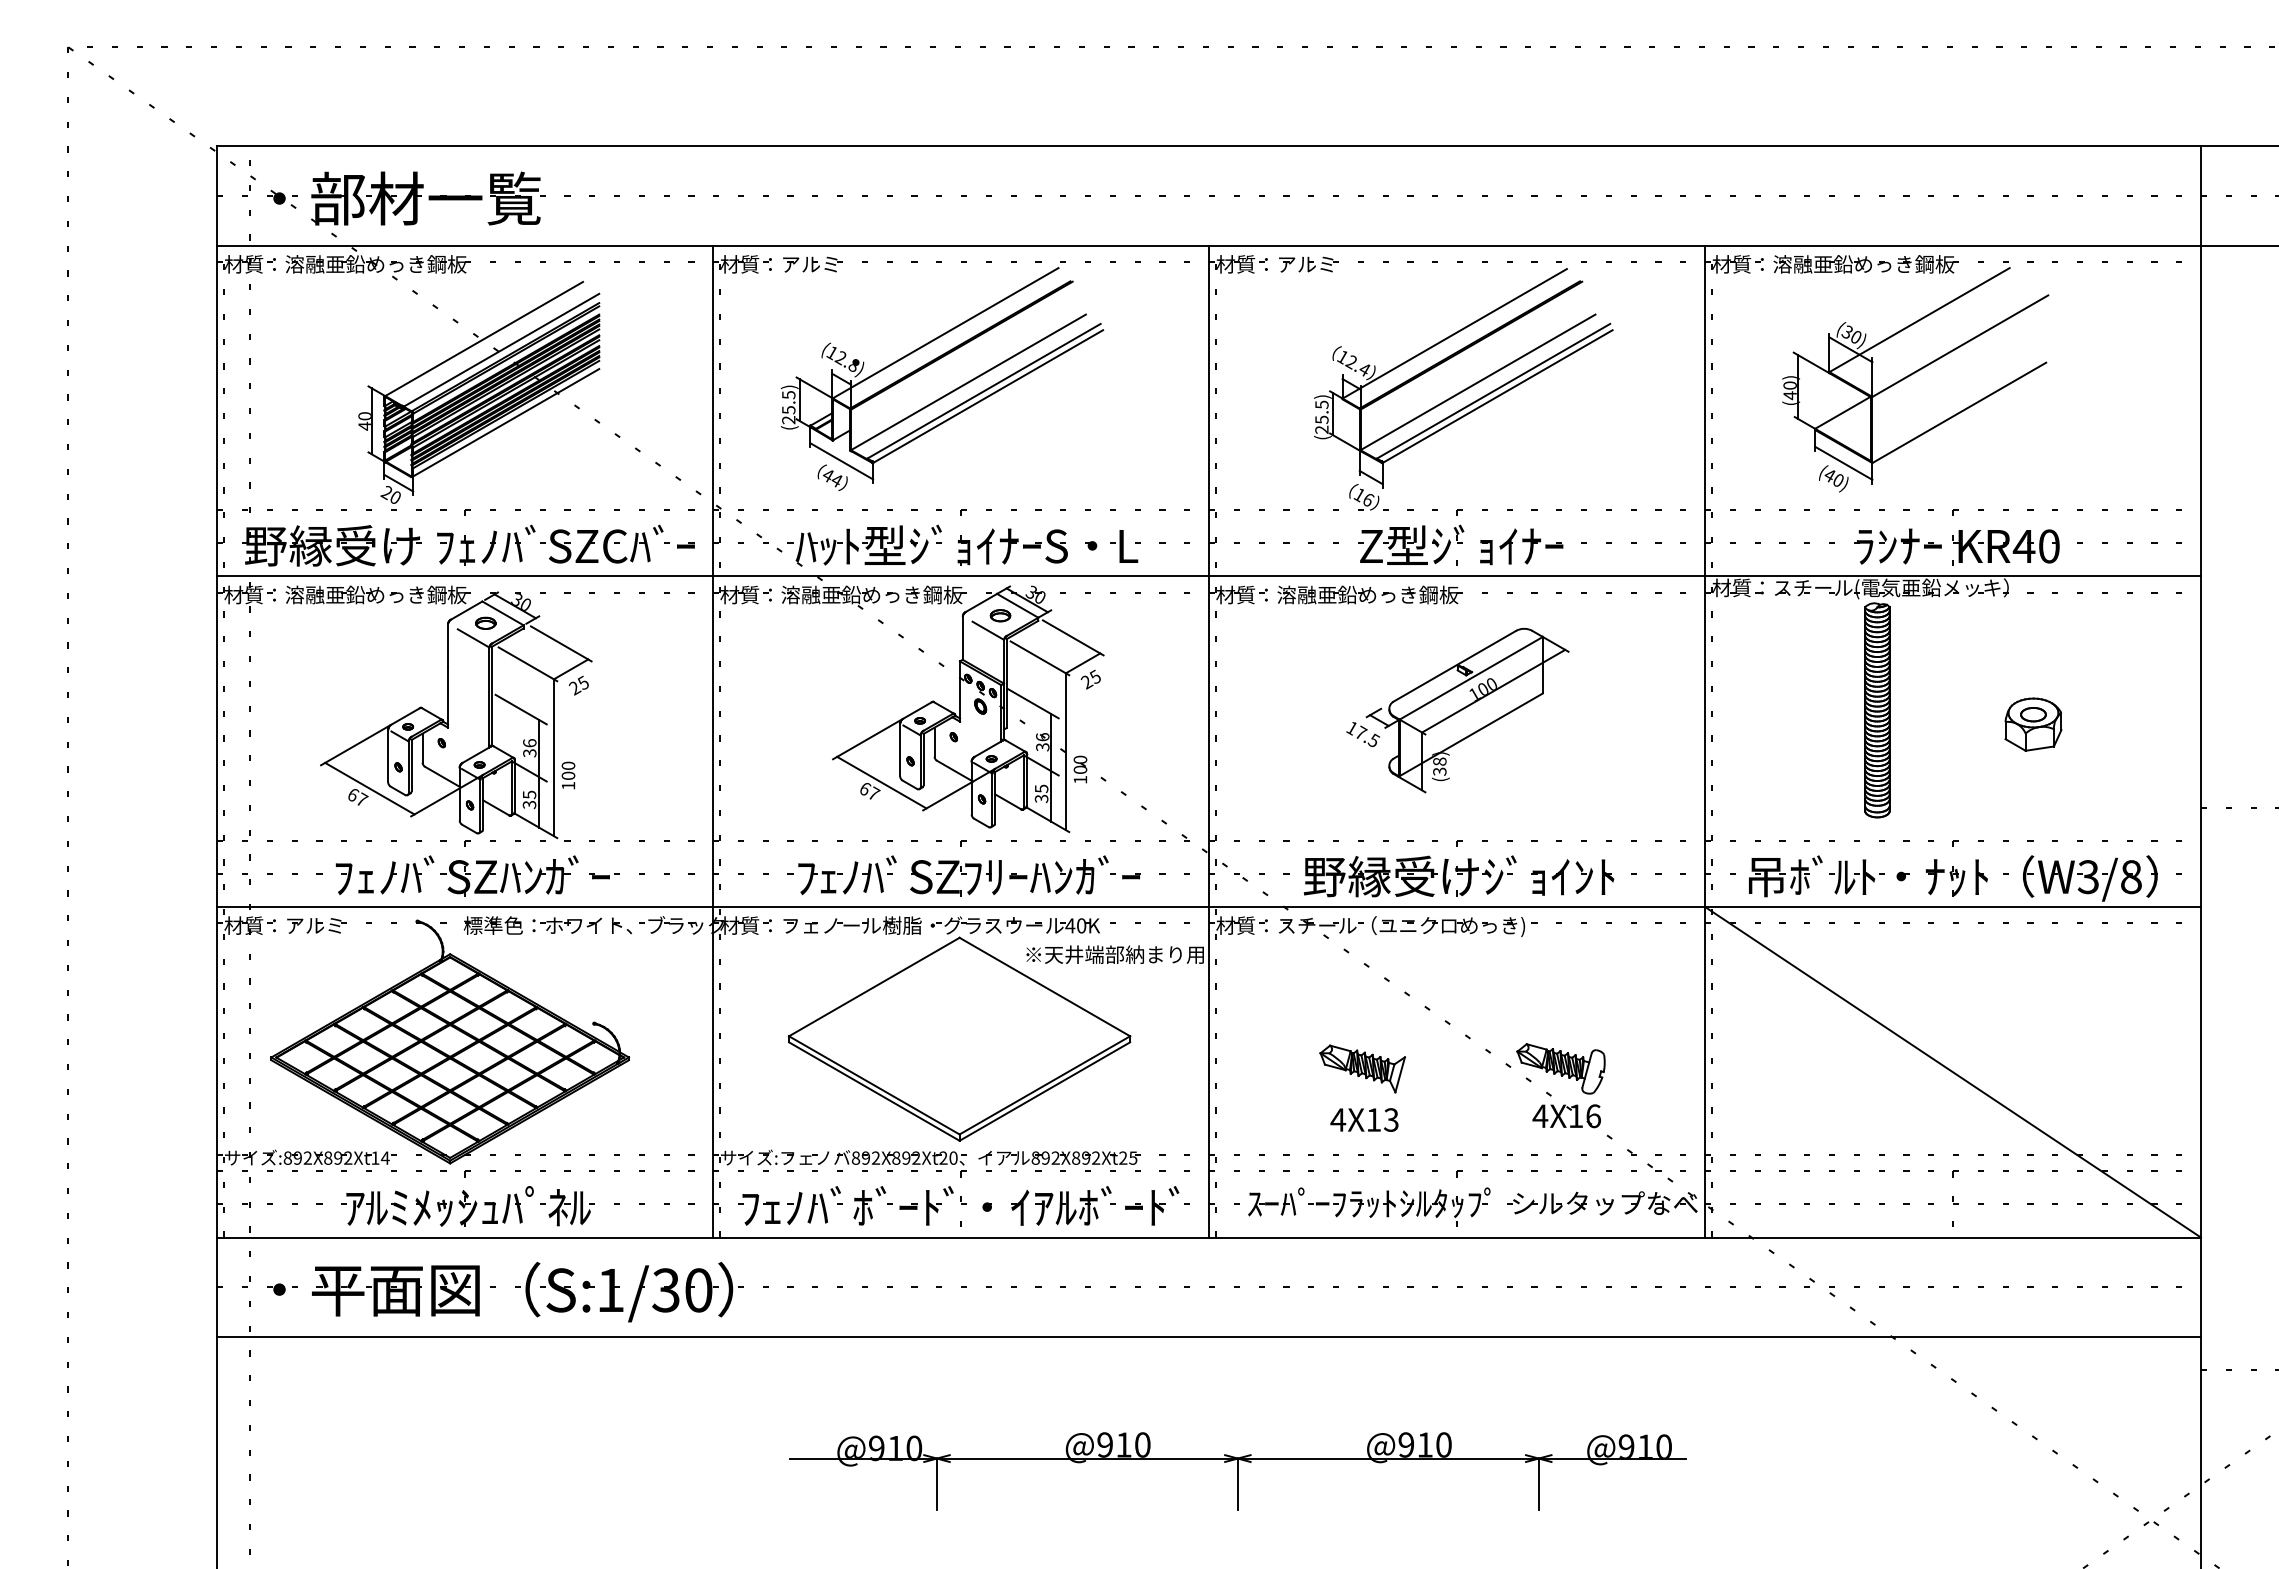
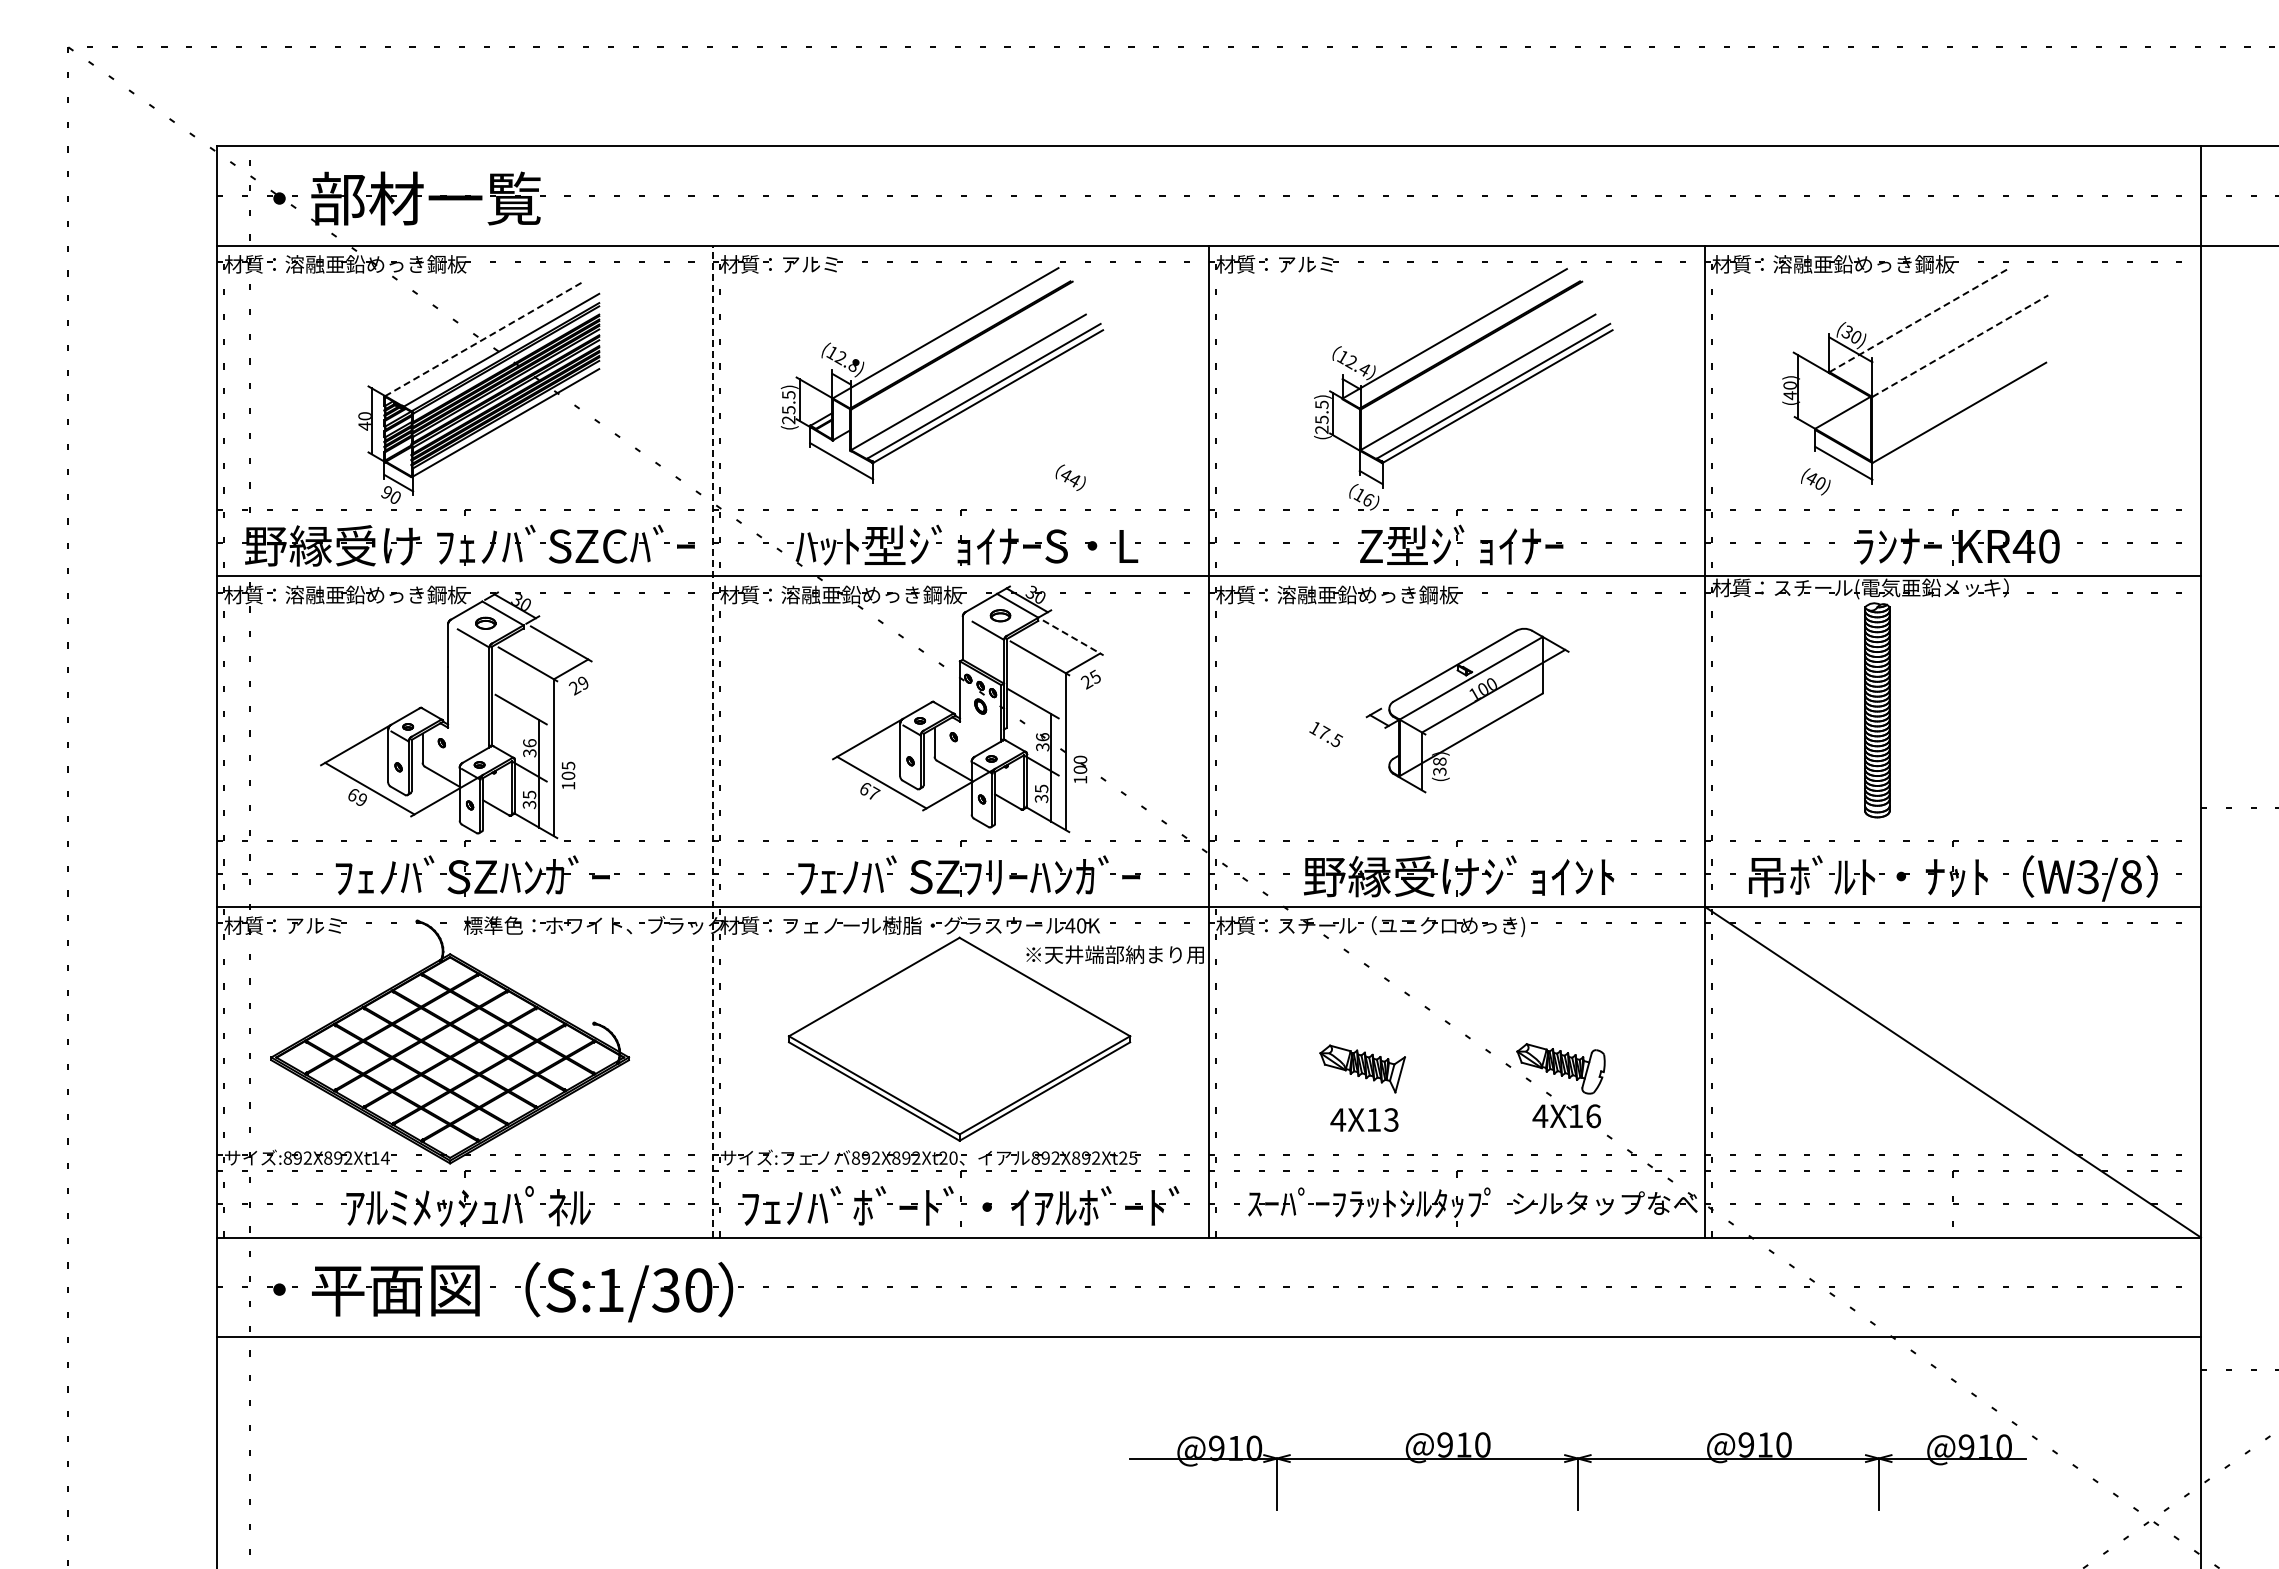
line at (1920, 319): solid -> dashed
line at (484, 338): solid -> dashed
line at (1960, 346): solid -> dashed
text at (832, 477) position: (832, 477) -> (1070, 477)
text at (1833, 478) position: (1833, 478) -> (1815, 481)
text at (386, 493): 20 -> 90
line at (1073, 638): solid -> dashed
text at (582, 682): 25 -> 29
part at (2033, 724): present -> none
text at (1362, 734) position: (1362, 734) -> (1325, 734)
line at (713, 741): solid -> dashed
text at (568, 765): 100 -> 105
text at (362, 798): 67 -> 69
part at (1237, 1471) position: (1237, 1471) -> (1577, 1471)
